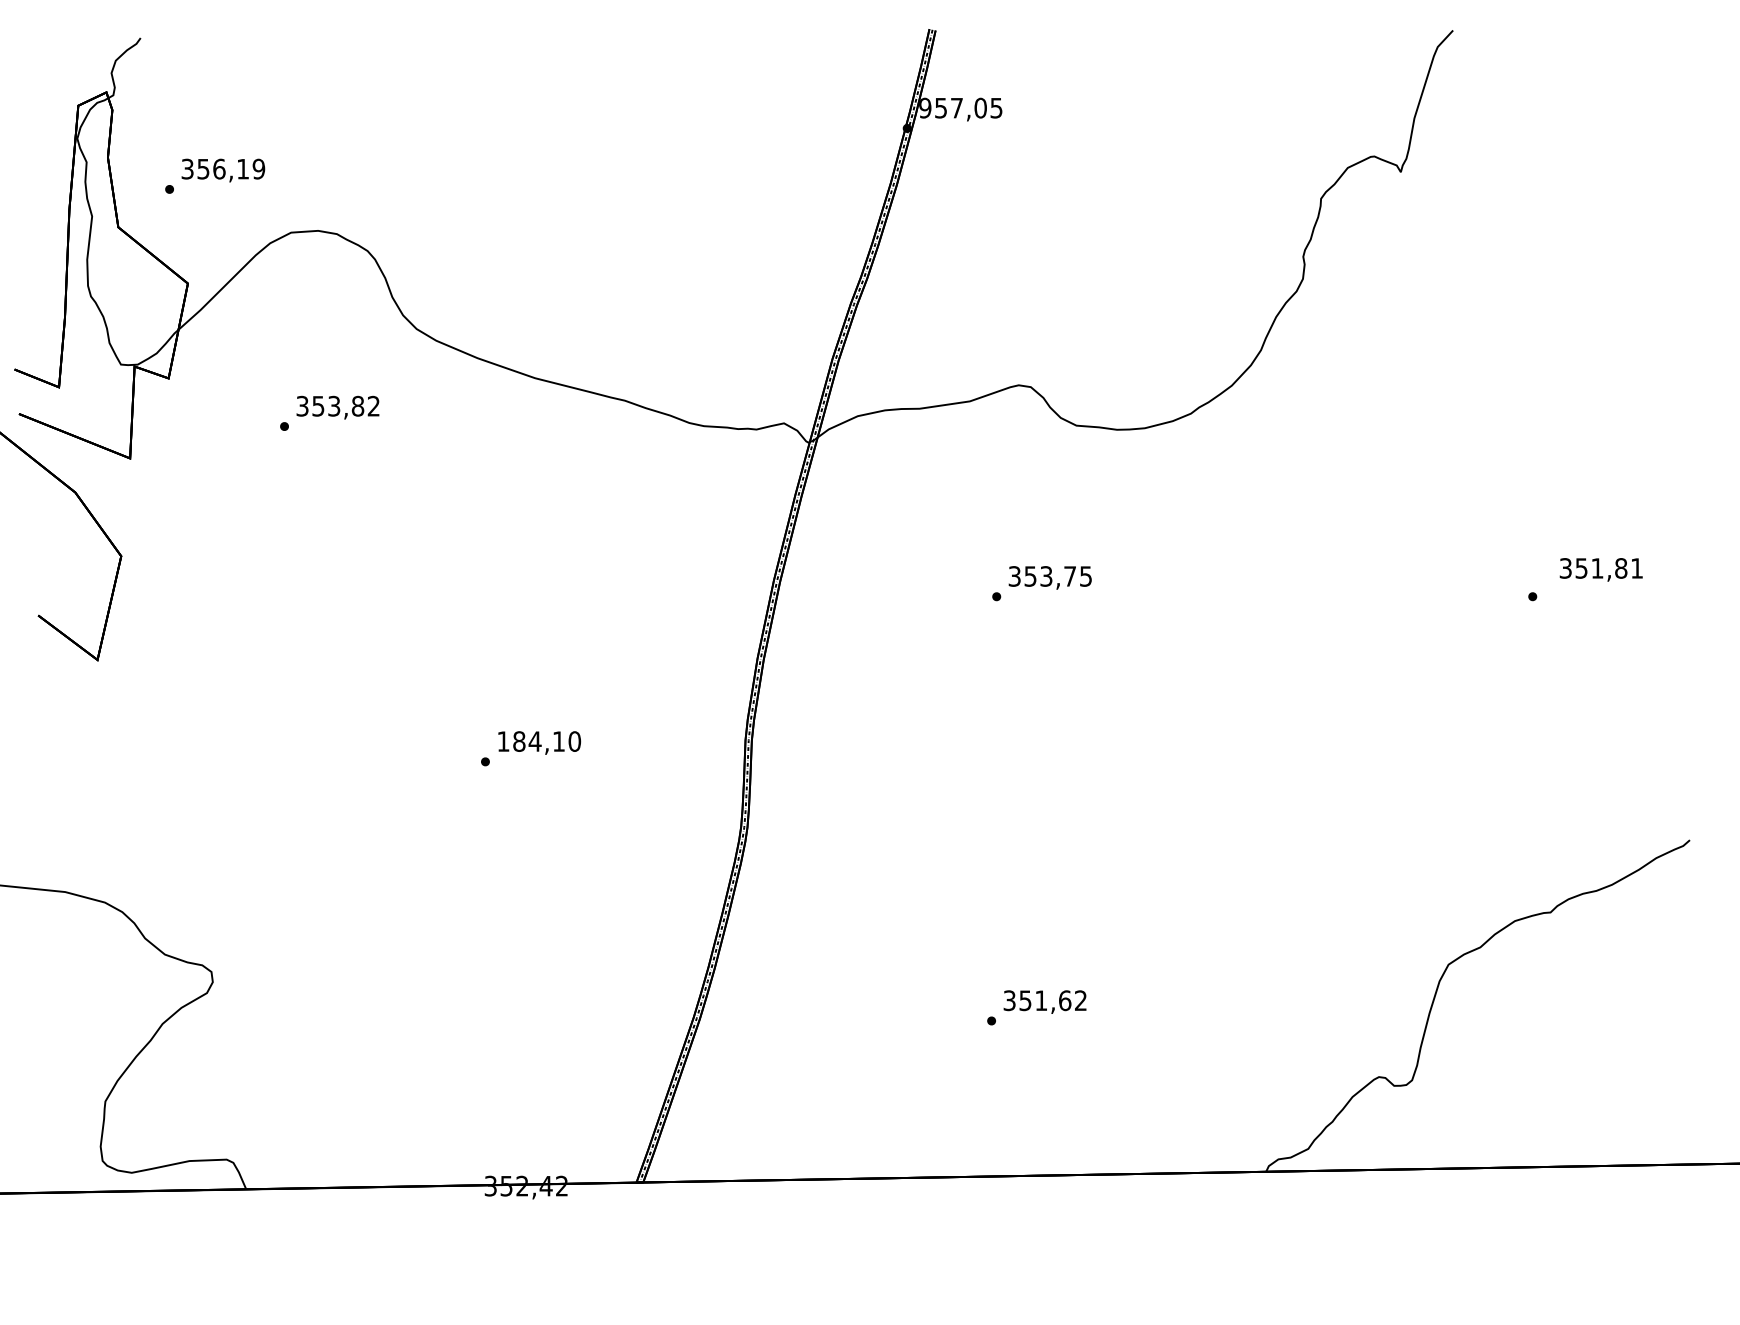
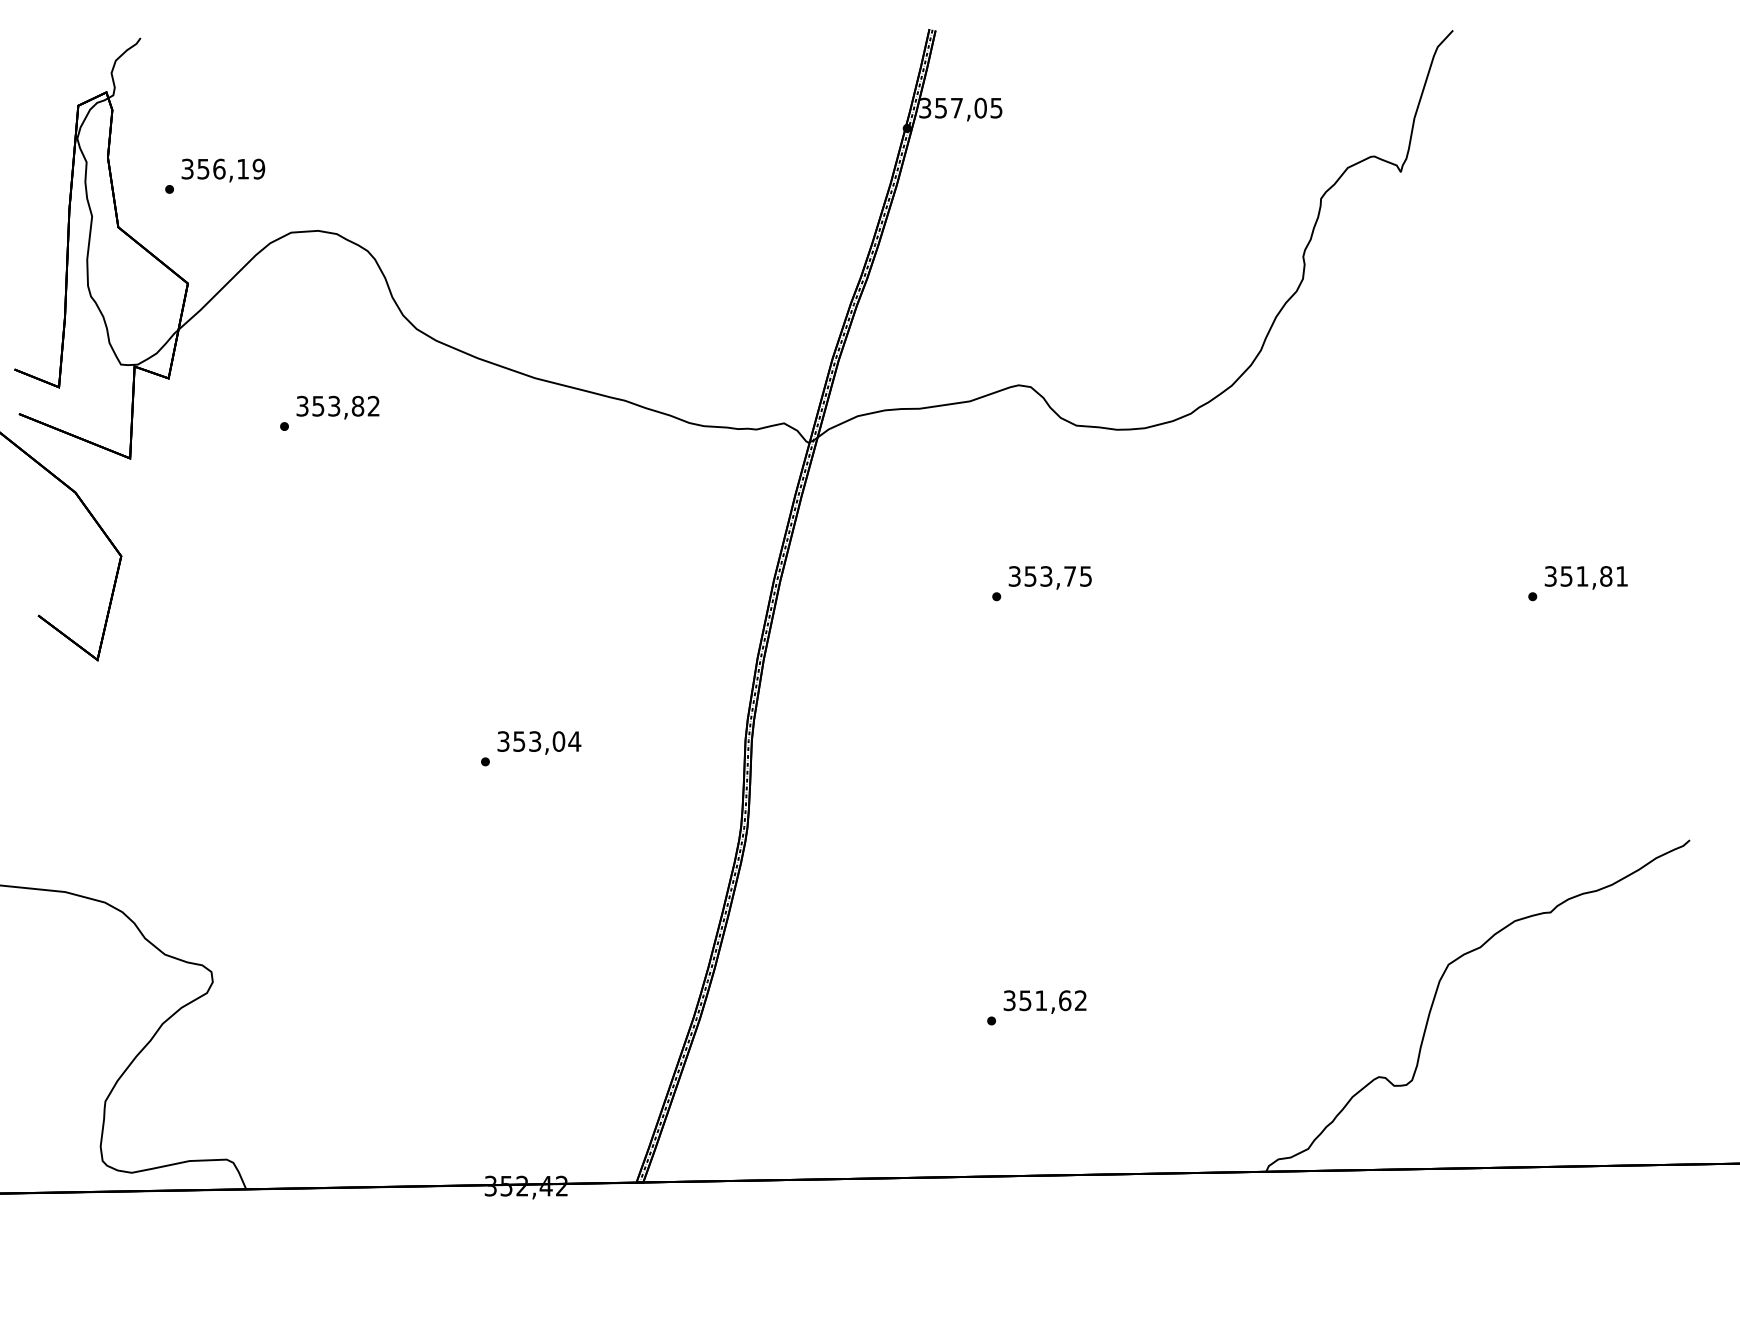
text at (925, 107): 957,05 -> 357,05
text at (1600, 569) position: (1600, 569) -> (1585, 577)
text at (539, 741): 184,10 -> 353,04
